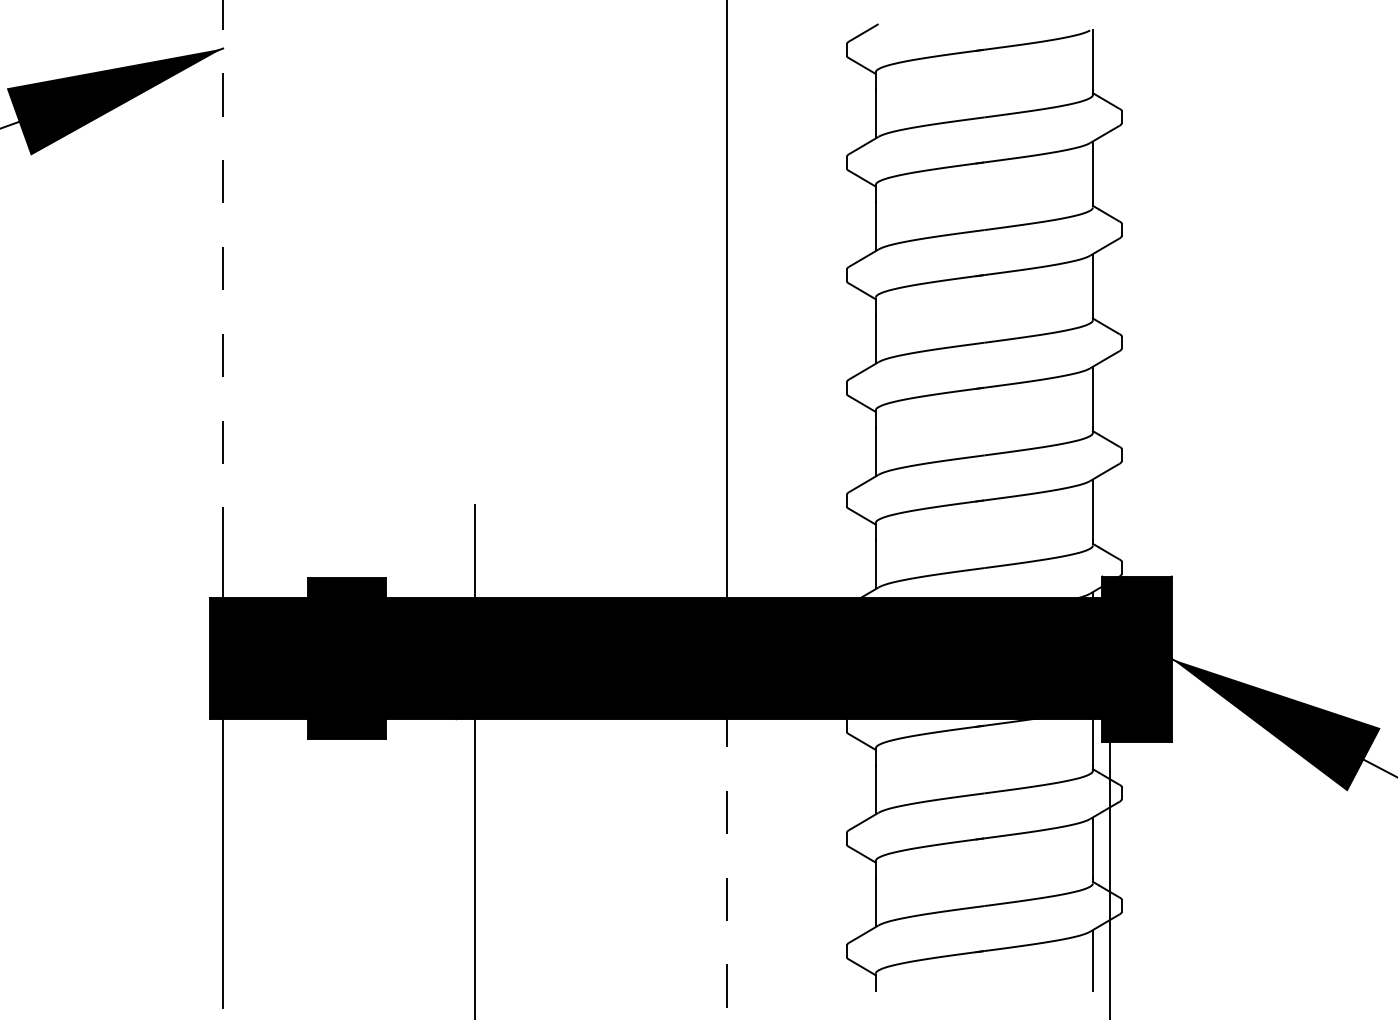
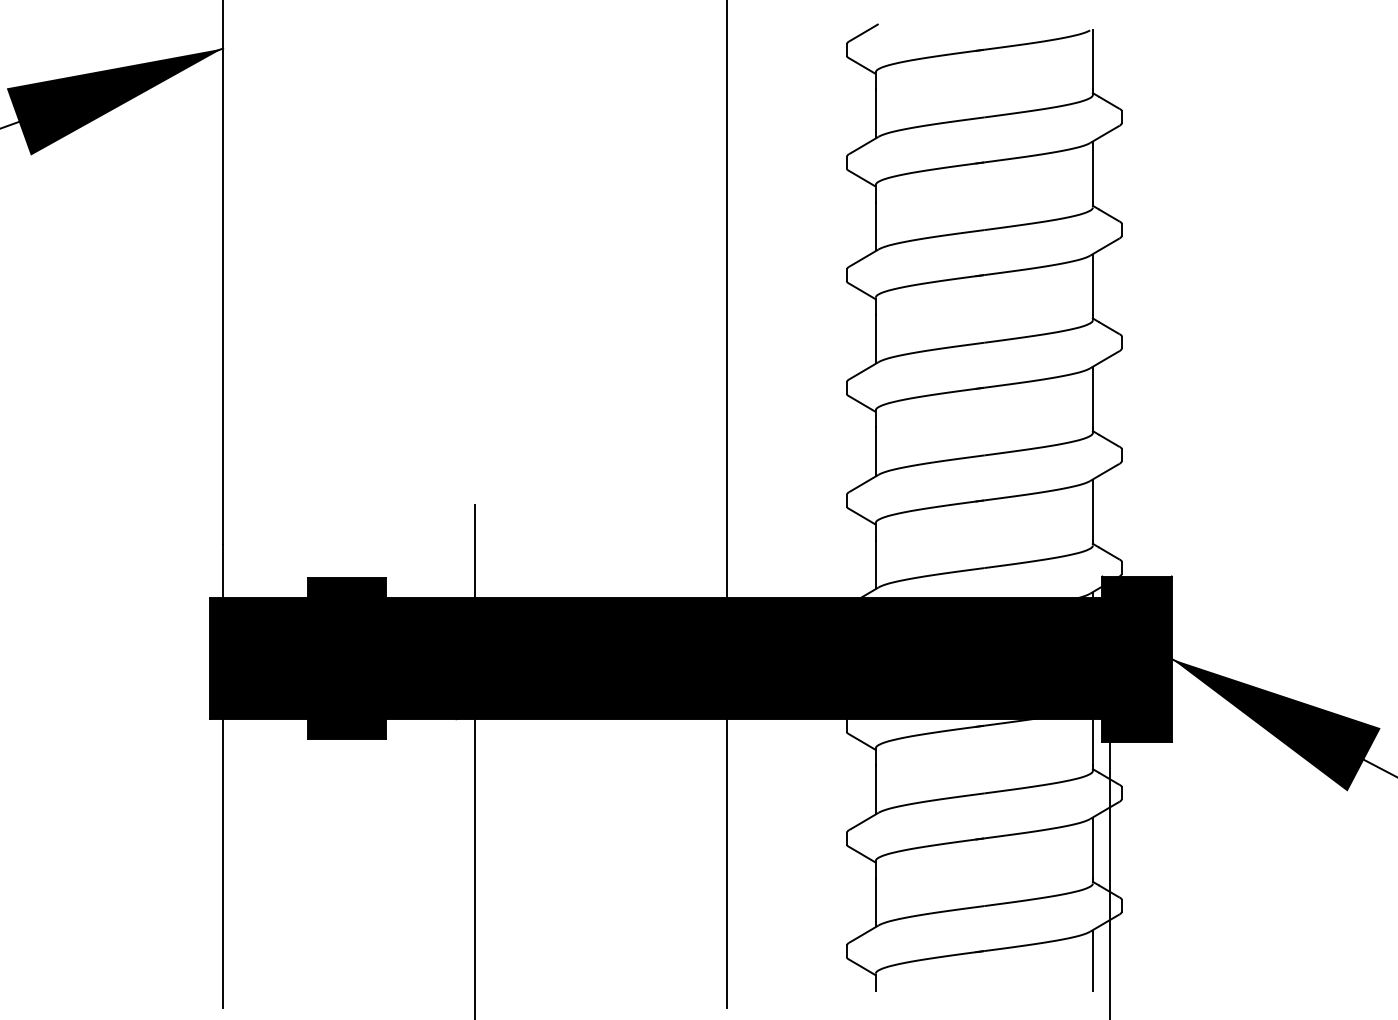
line at (223, 272): dashed -> solid
line at (726, 853): dashed -> solid
